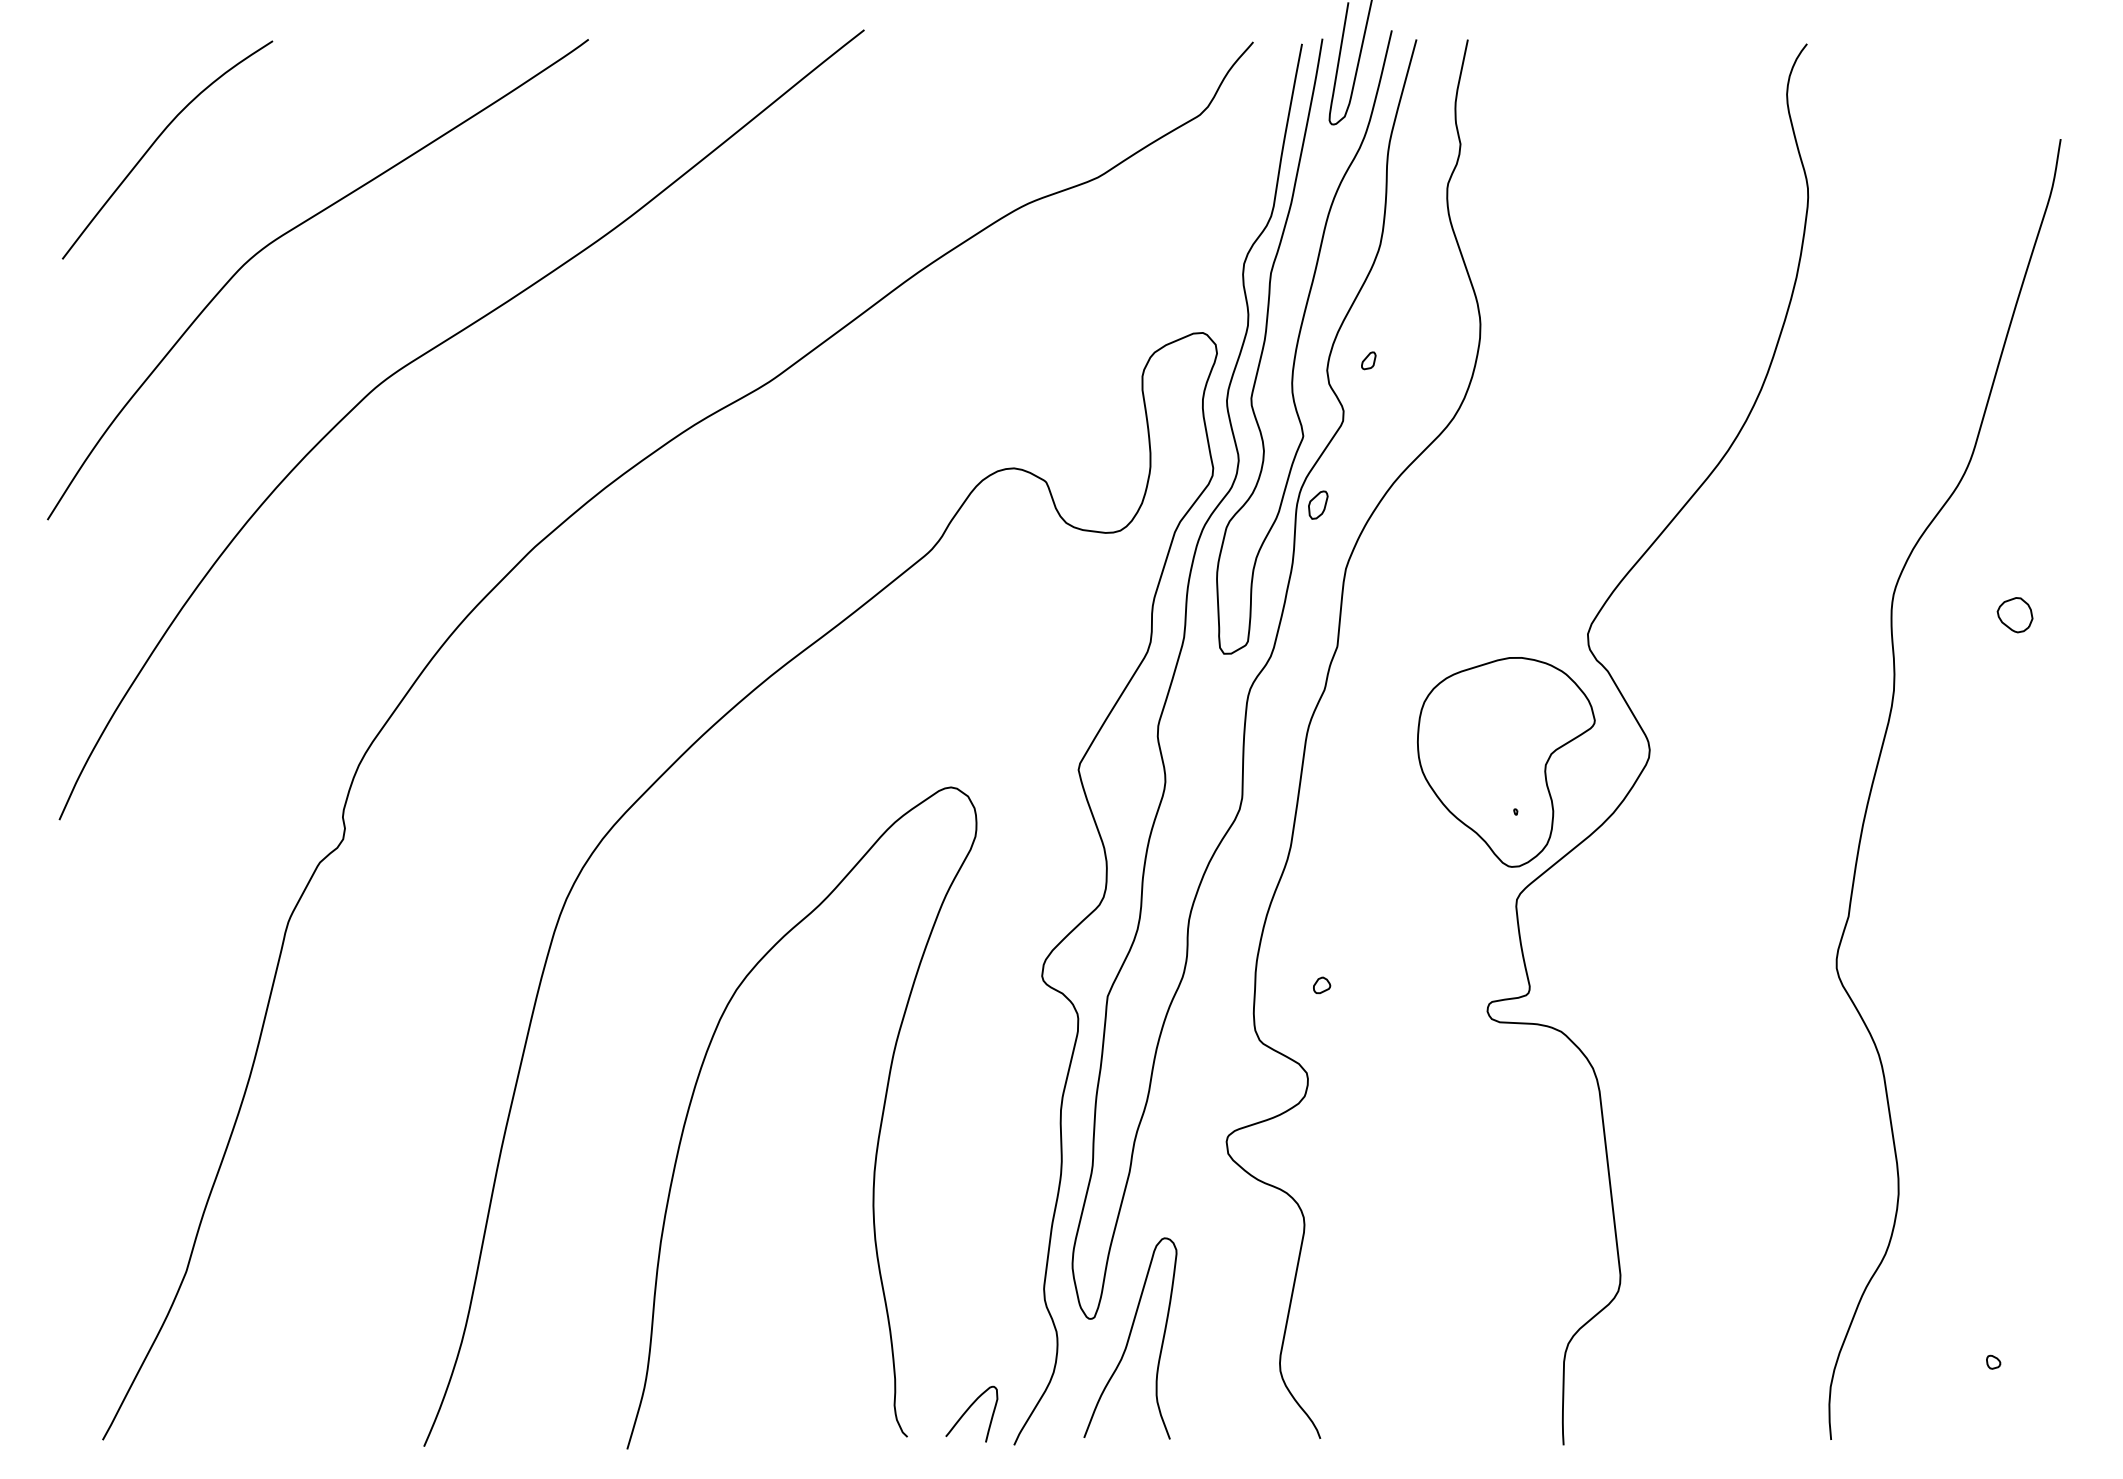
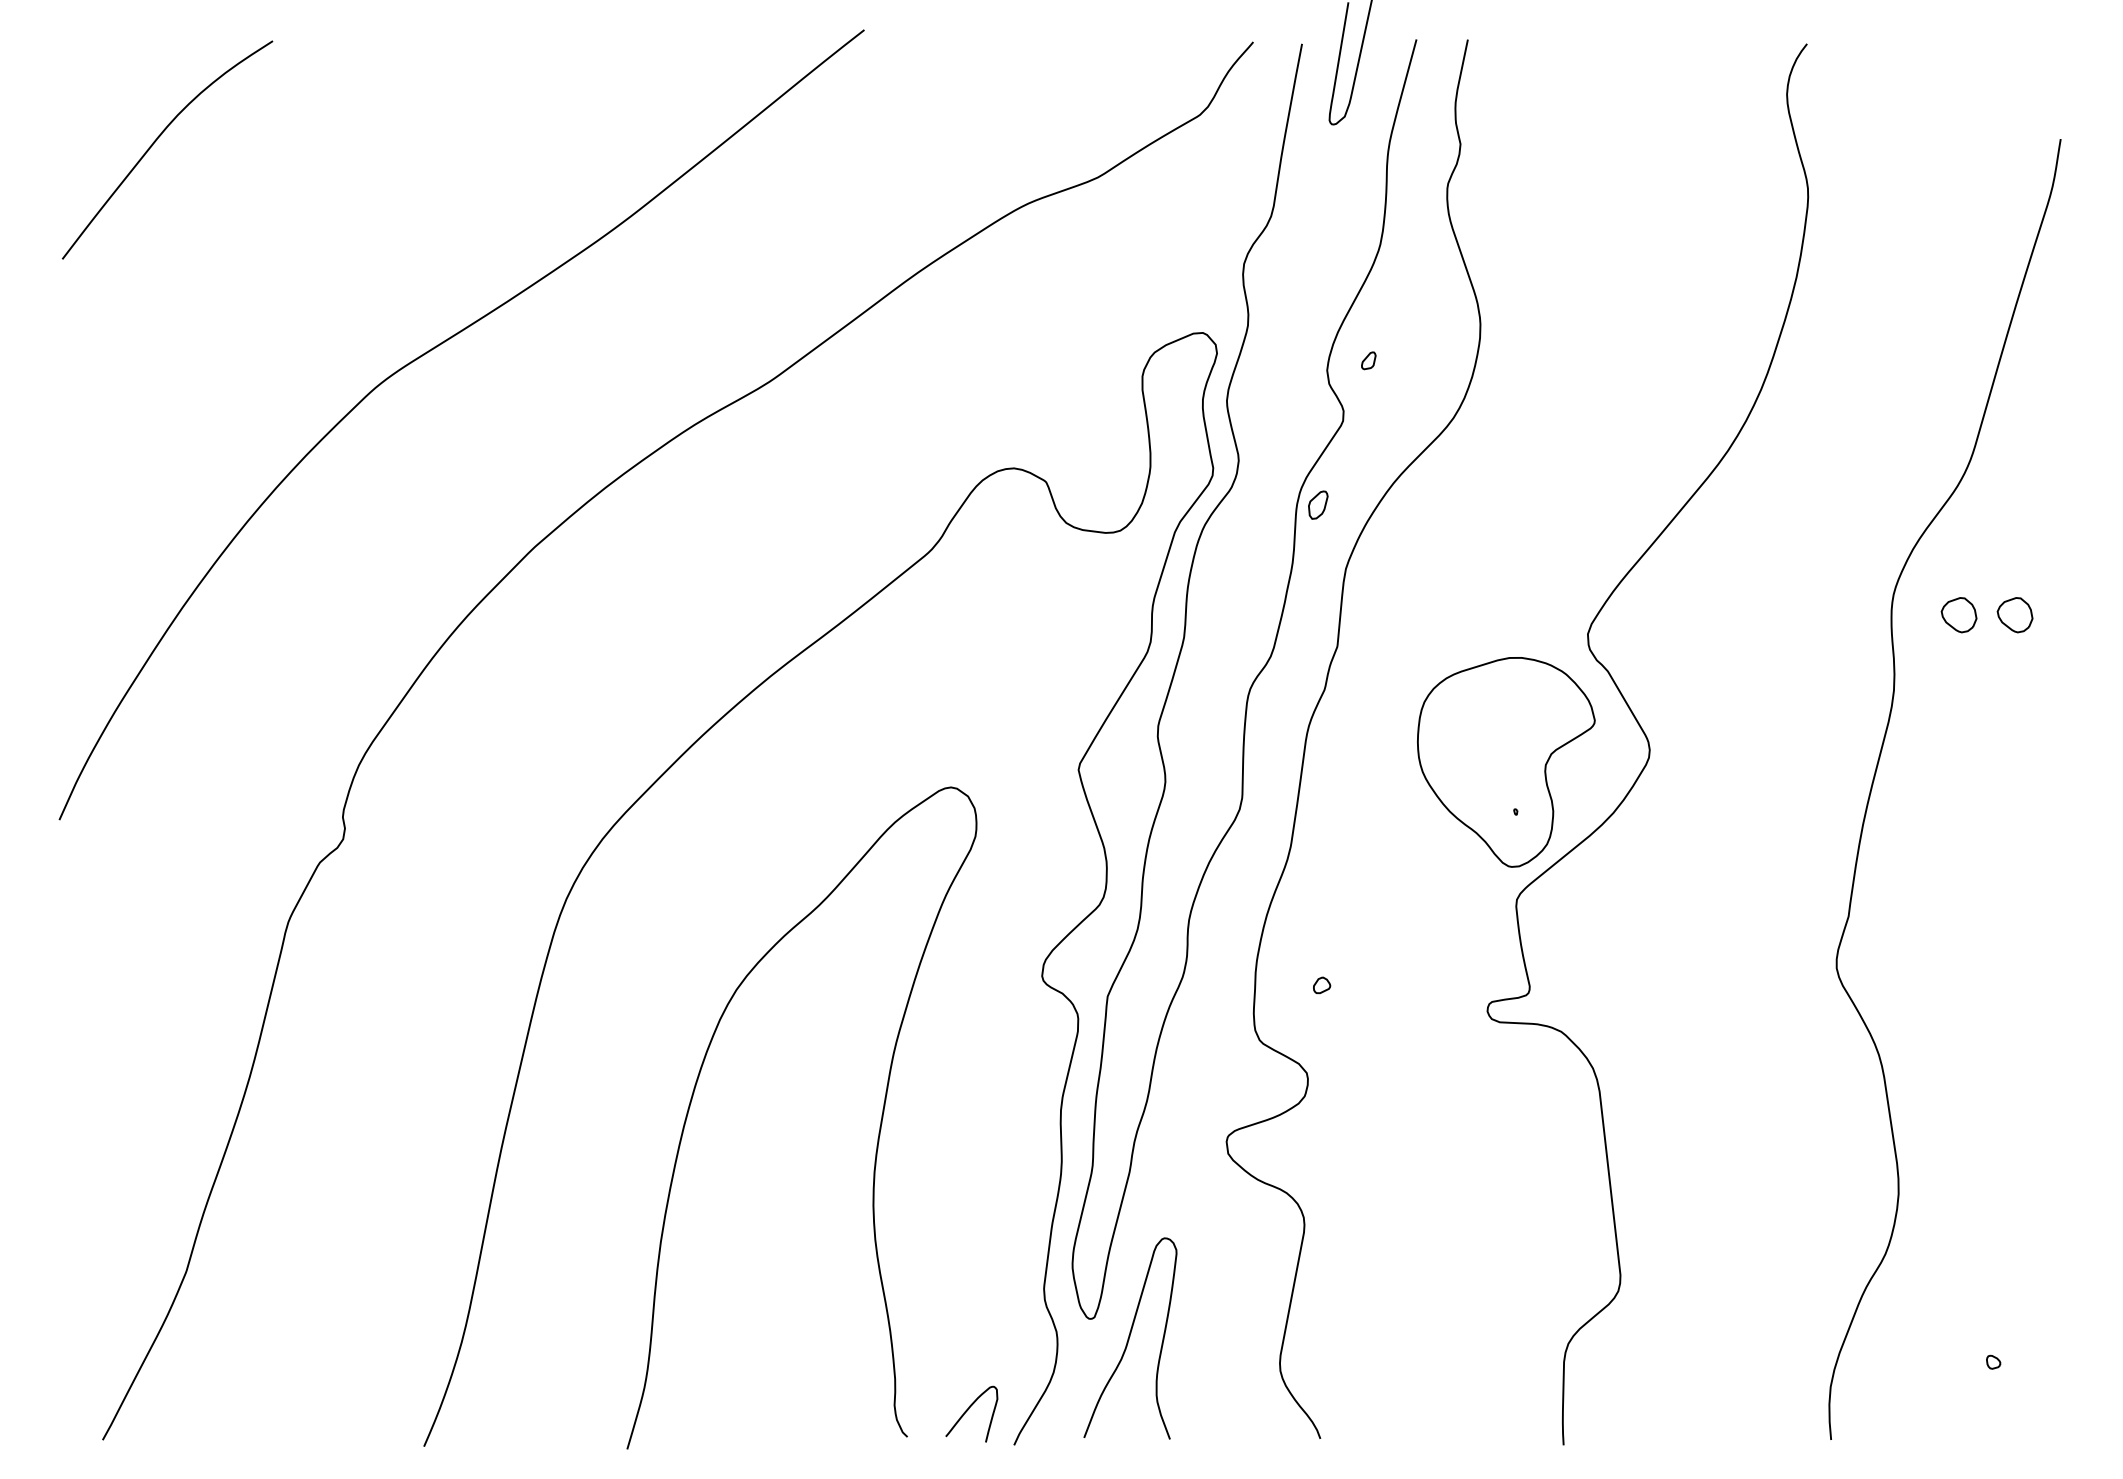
curve at (286, 234): present -> none
curve at (1299, 339): present -> none
part at (1958, 615): none -> present
